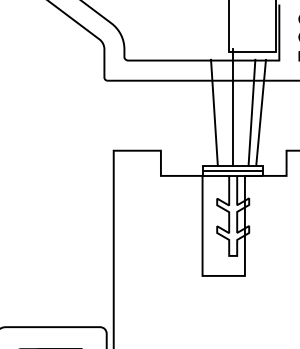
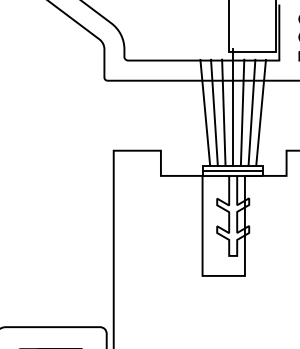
line at (205, 112): none -> present
line at (223, 112): none -> present
line at (242, 112): none -> present
